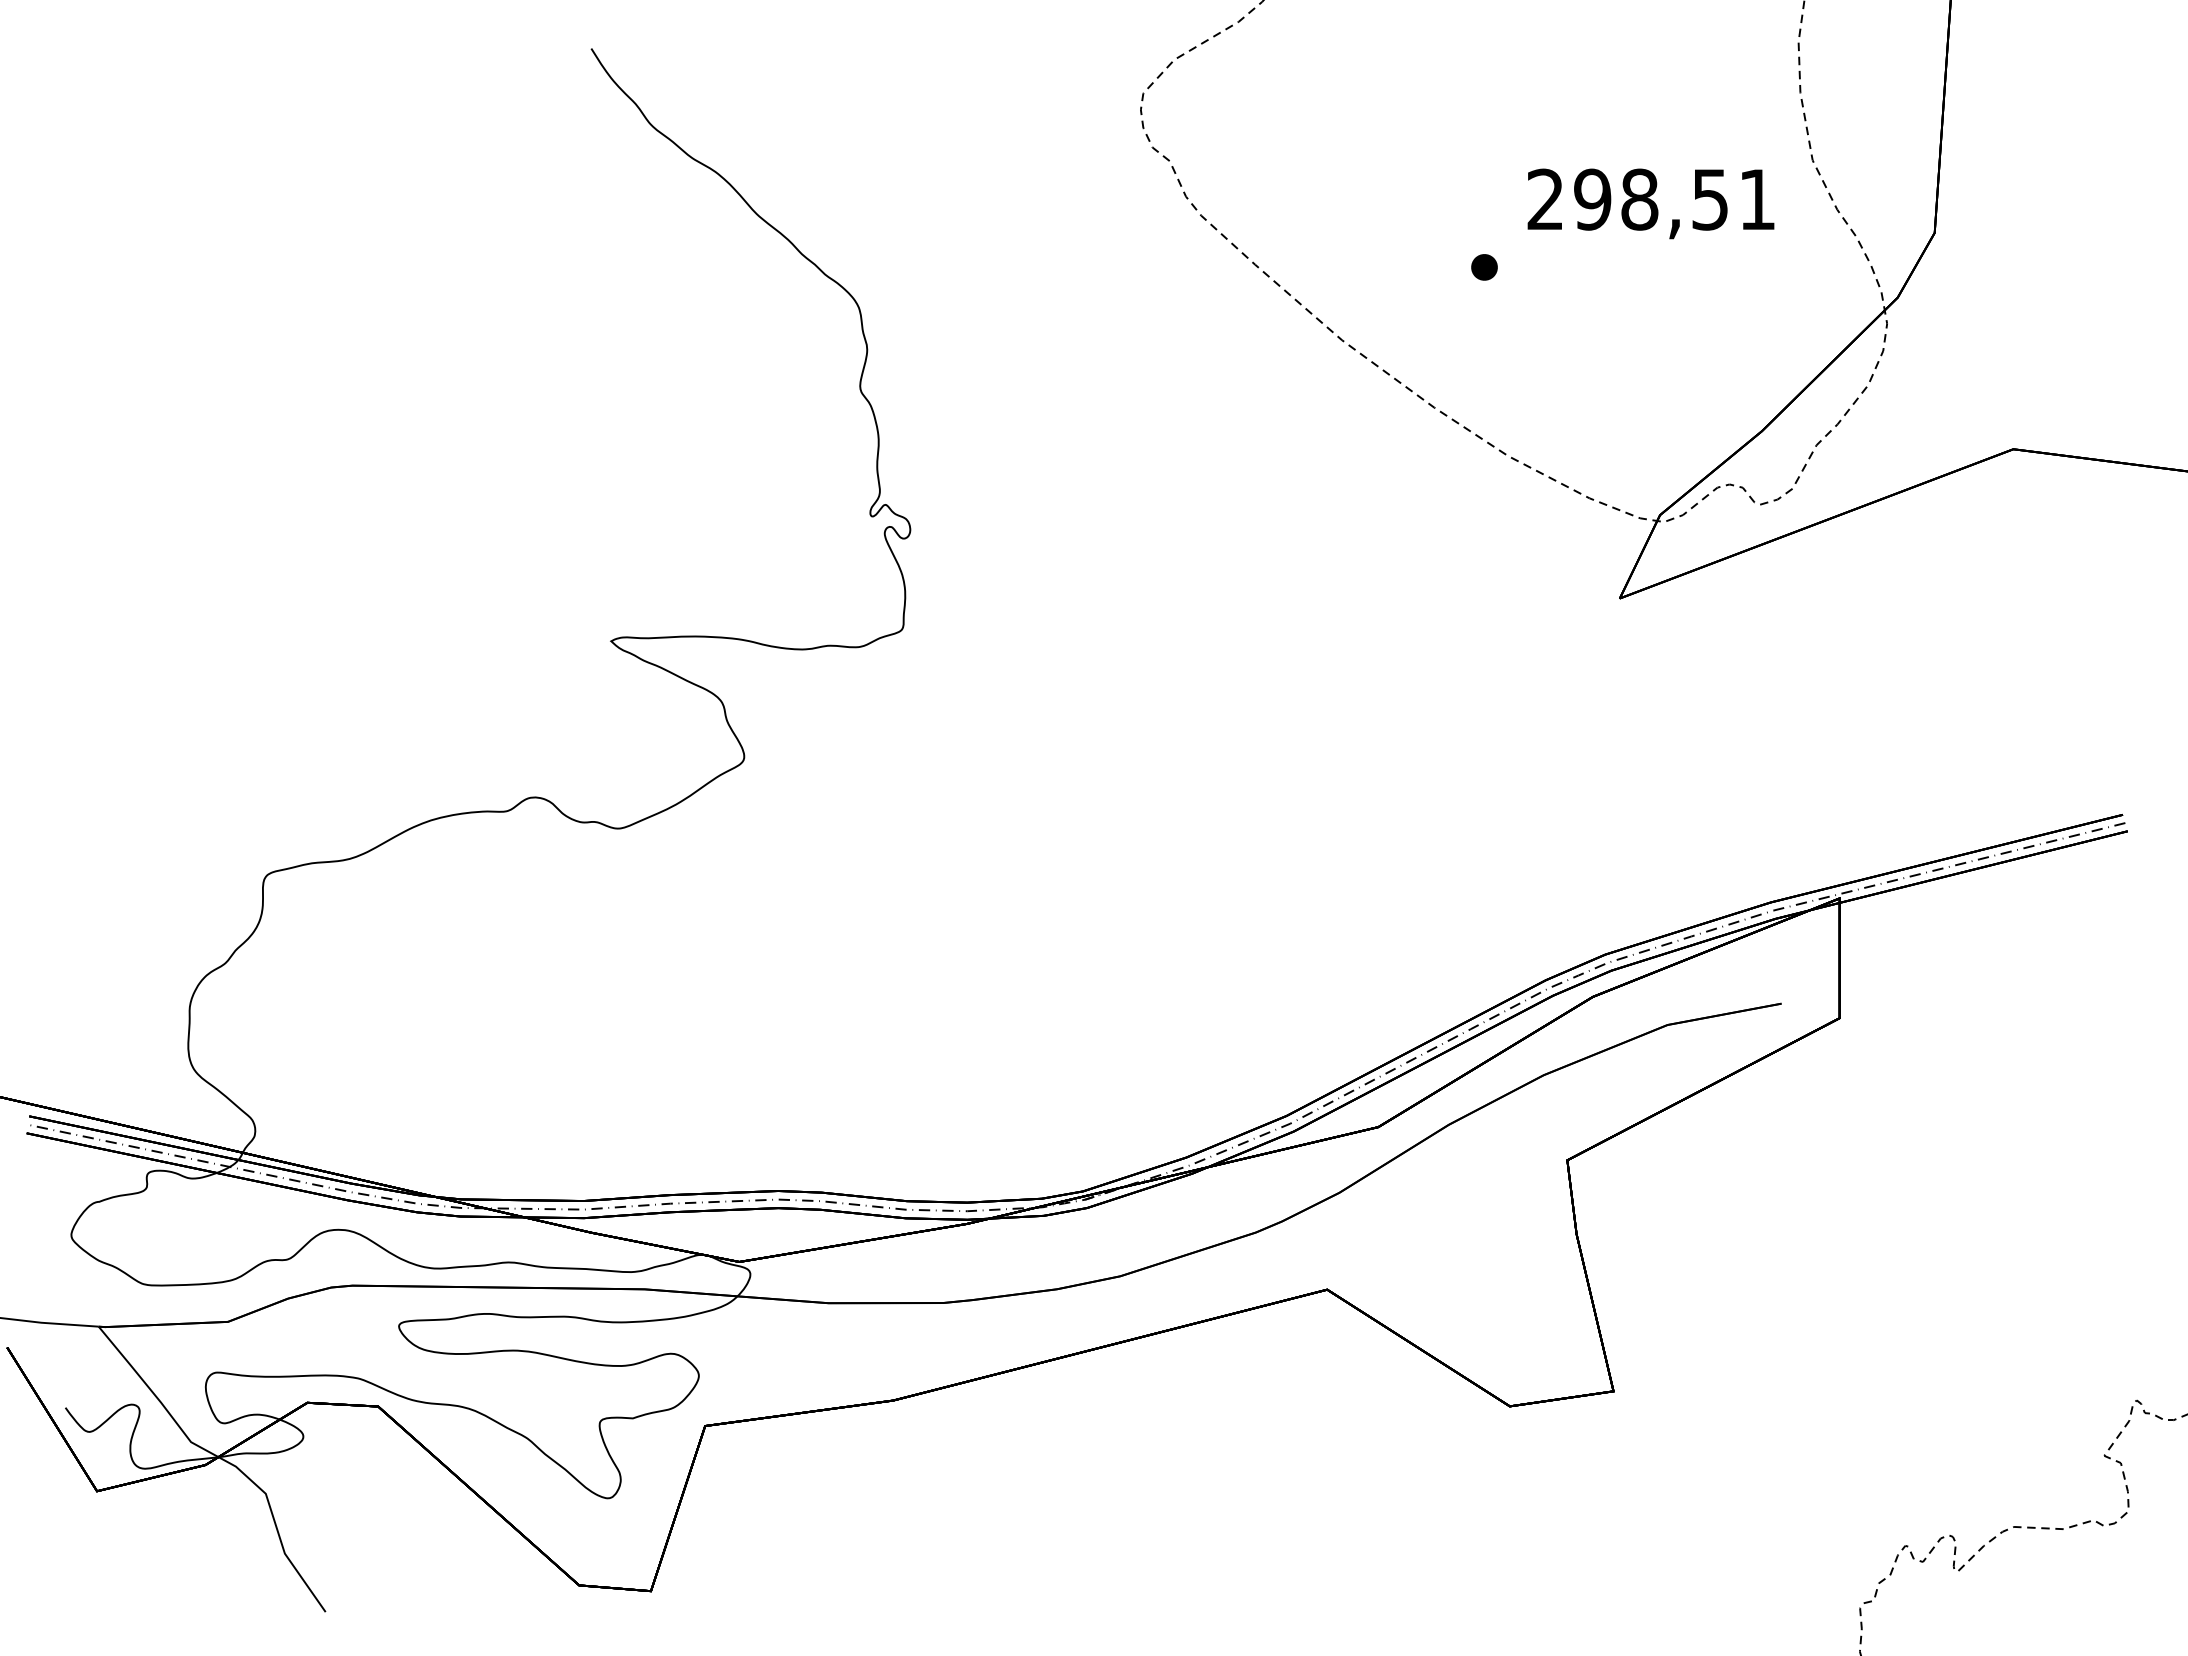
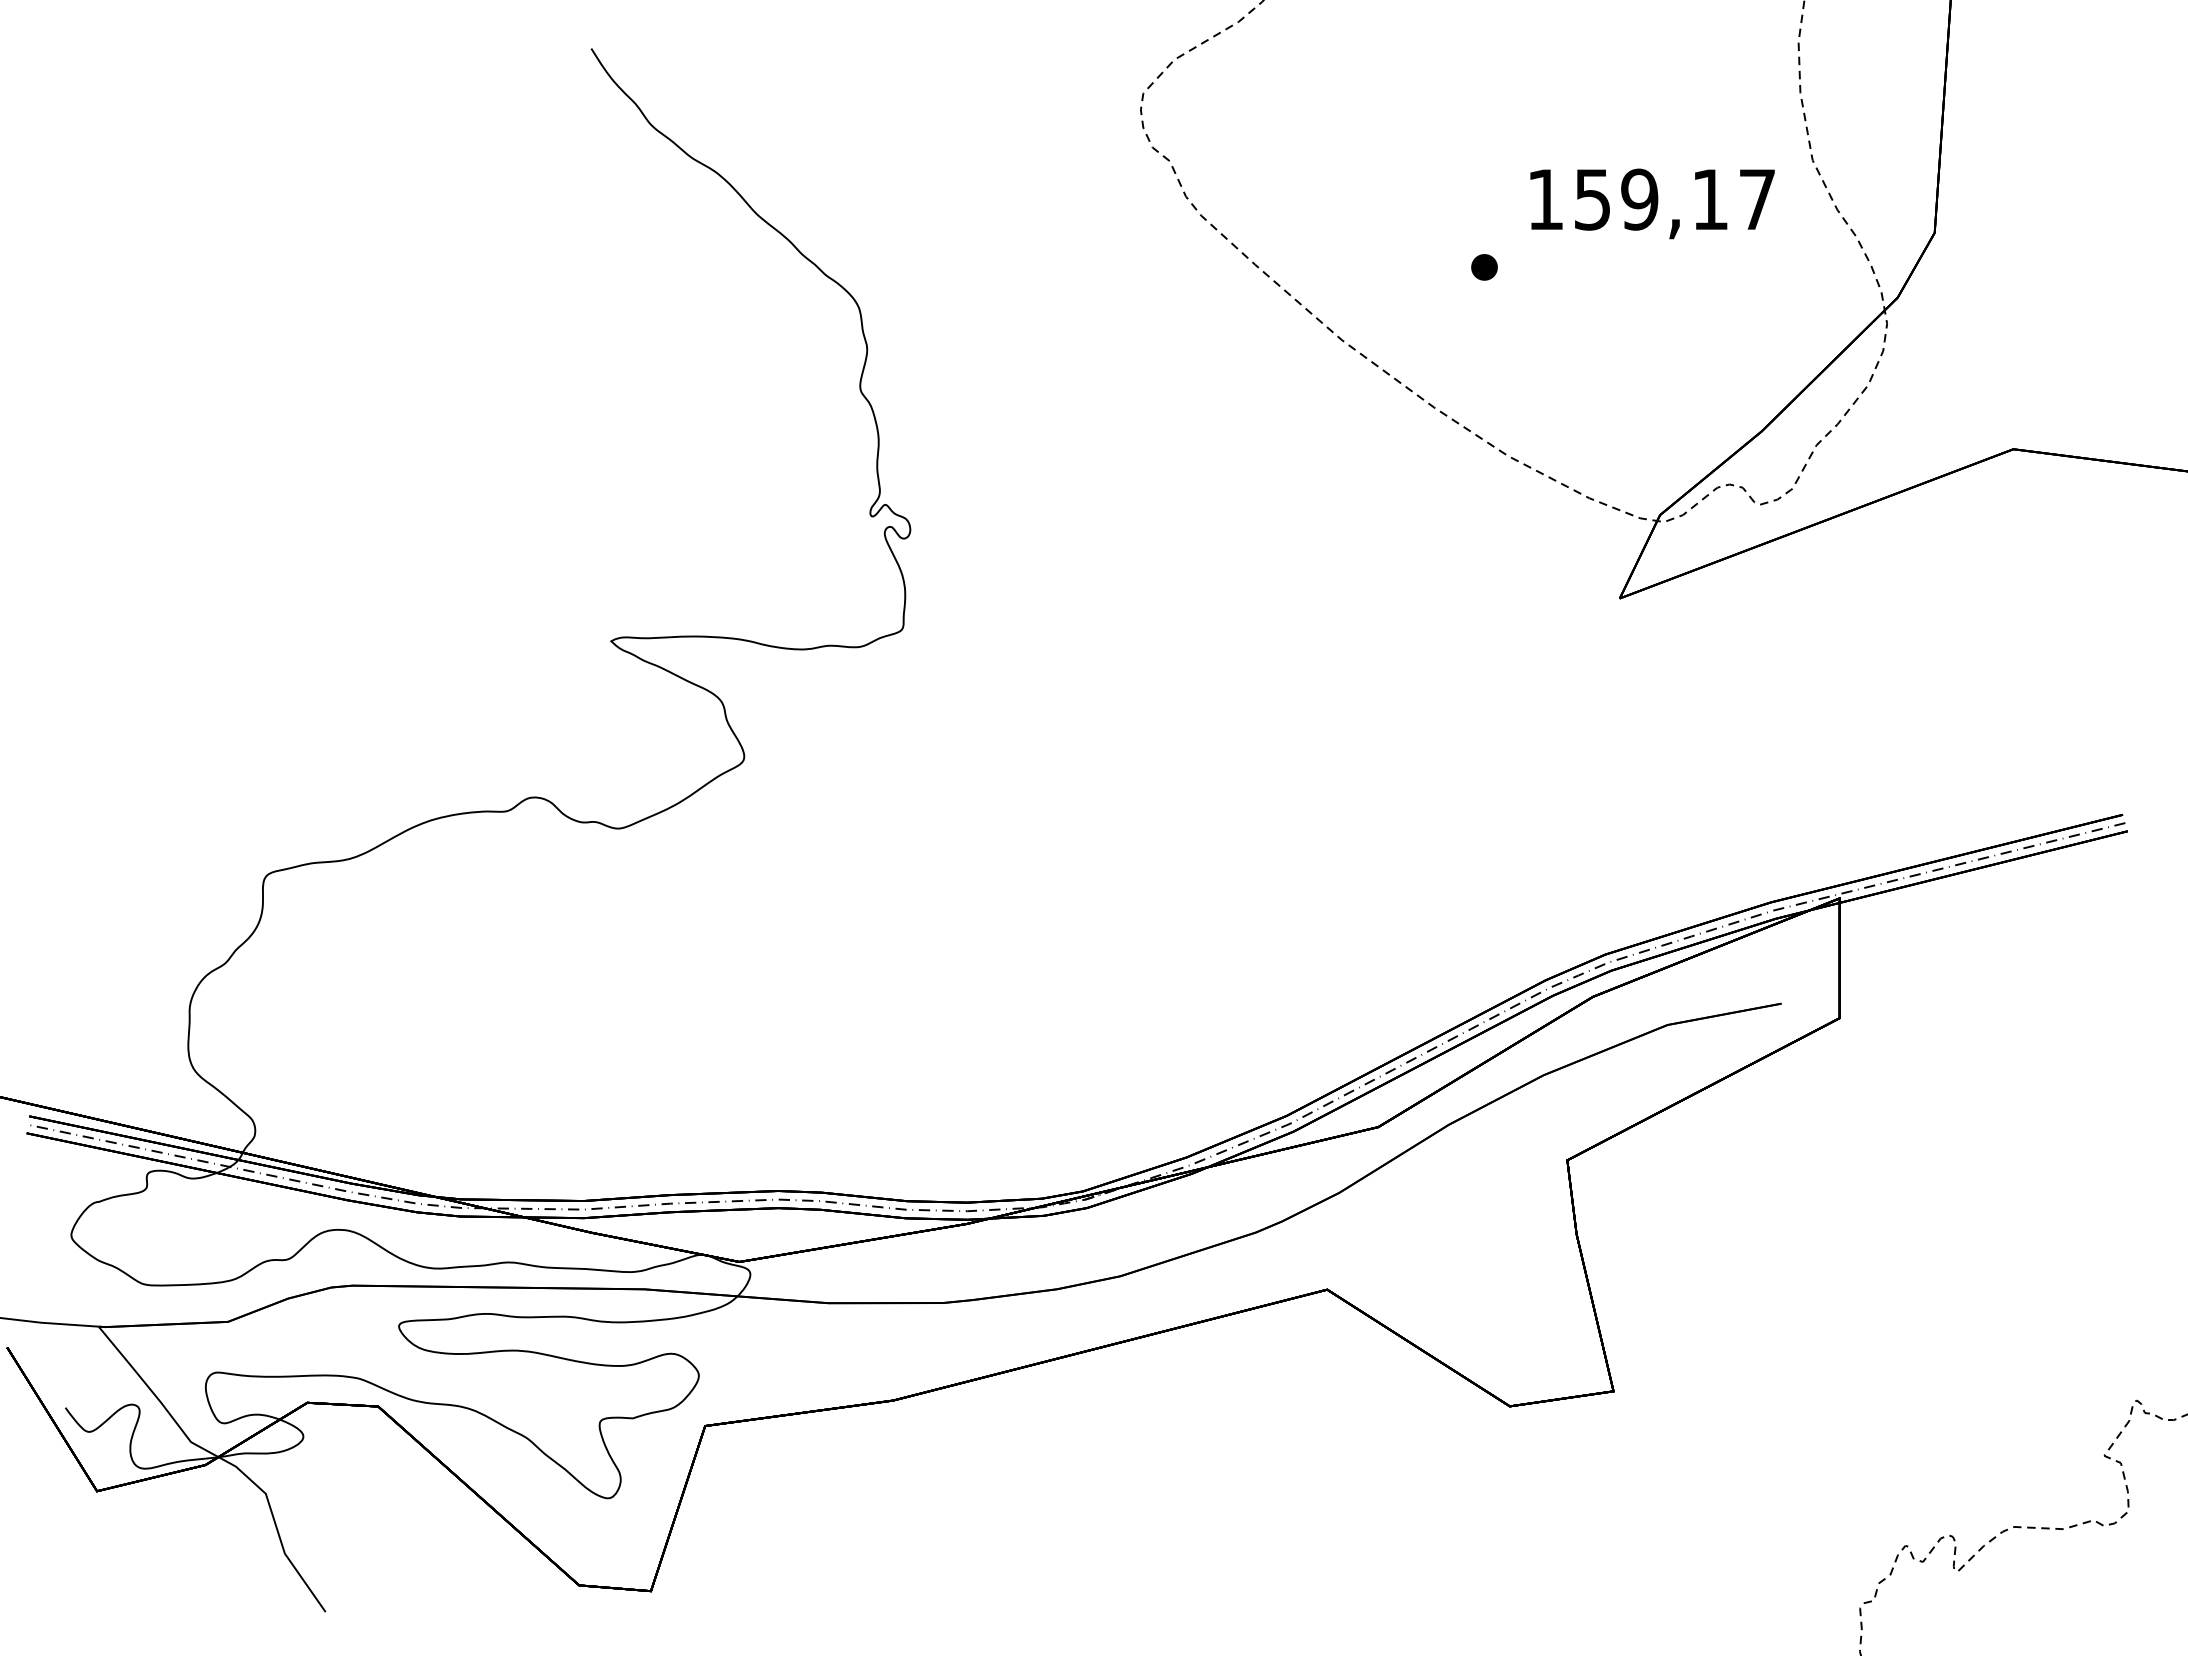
text at (1650, 199): 298,51 -> 159,17
